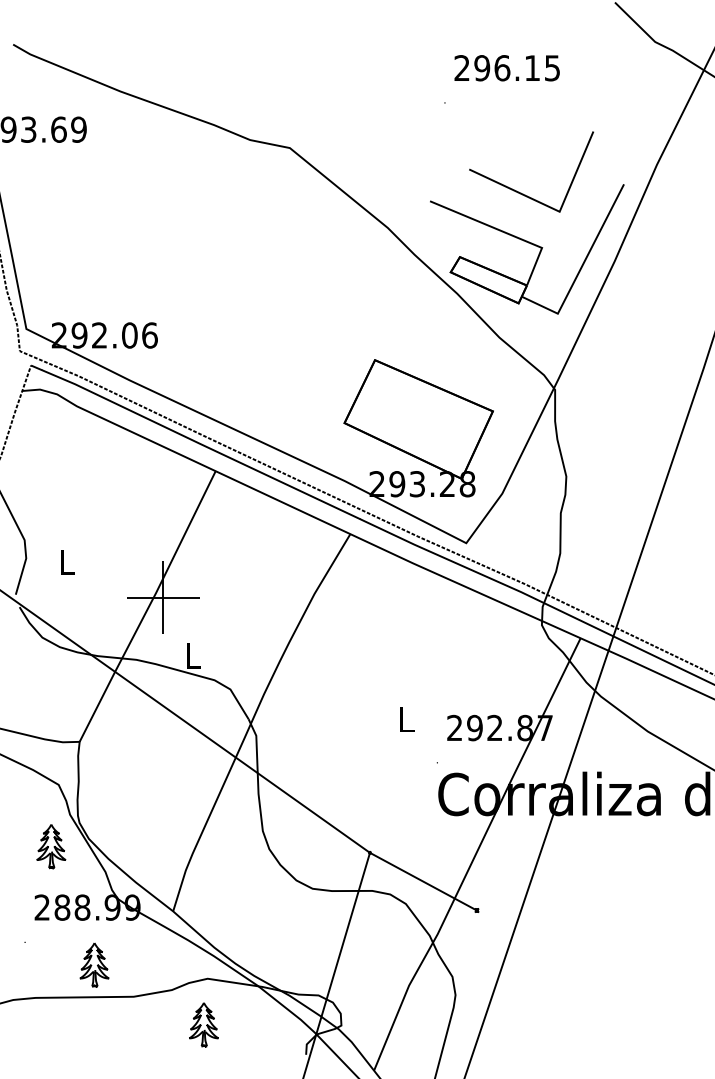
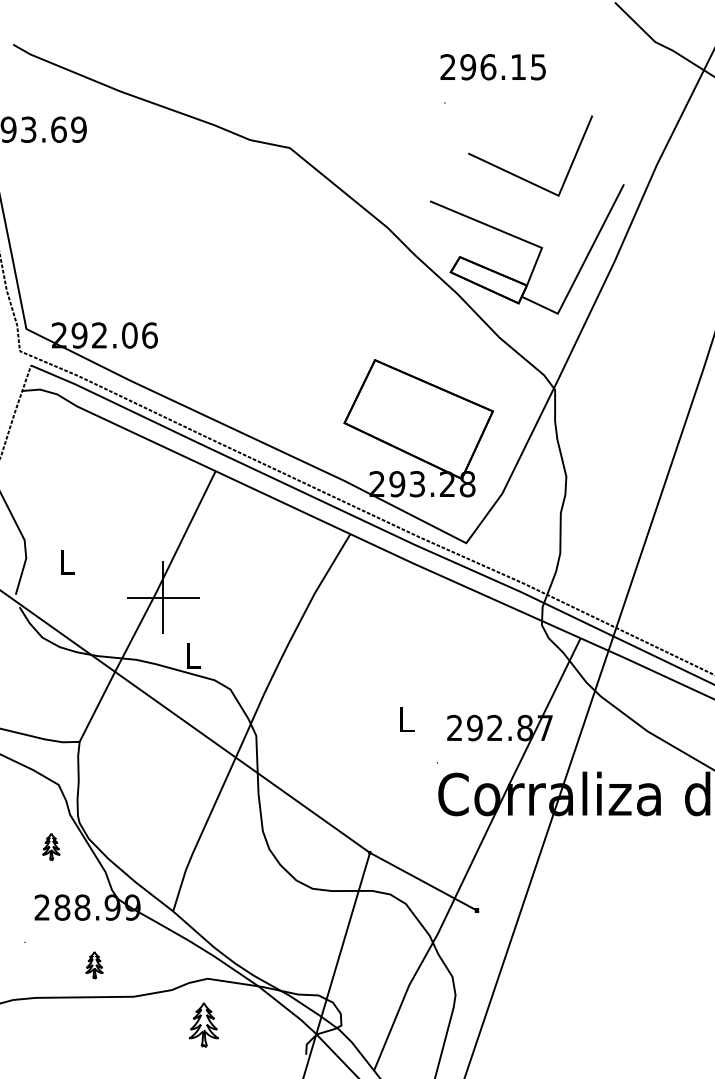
text at (506, 68) position: (506, 68) -> (492, 67)
line at (521, 192) position: (521, 192) -> (520, 176)
part at (51, 846) size: 31x46 px -> 19x28 px
part at (94, 964) size: 31x46 px -> 19x29 px
